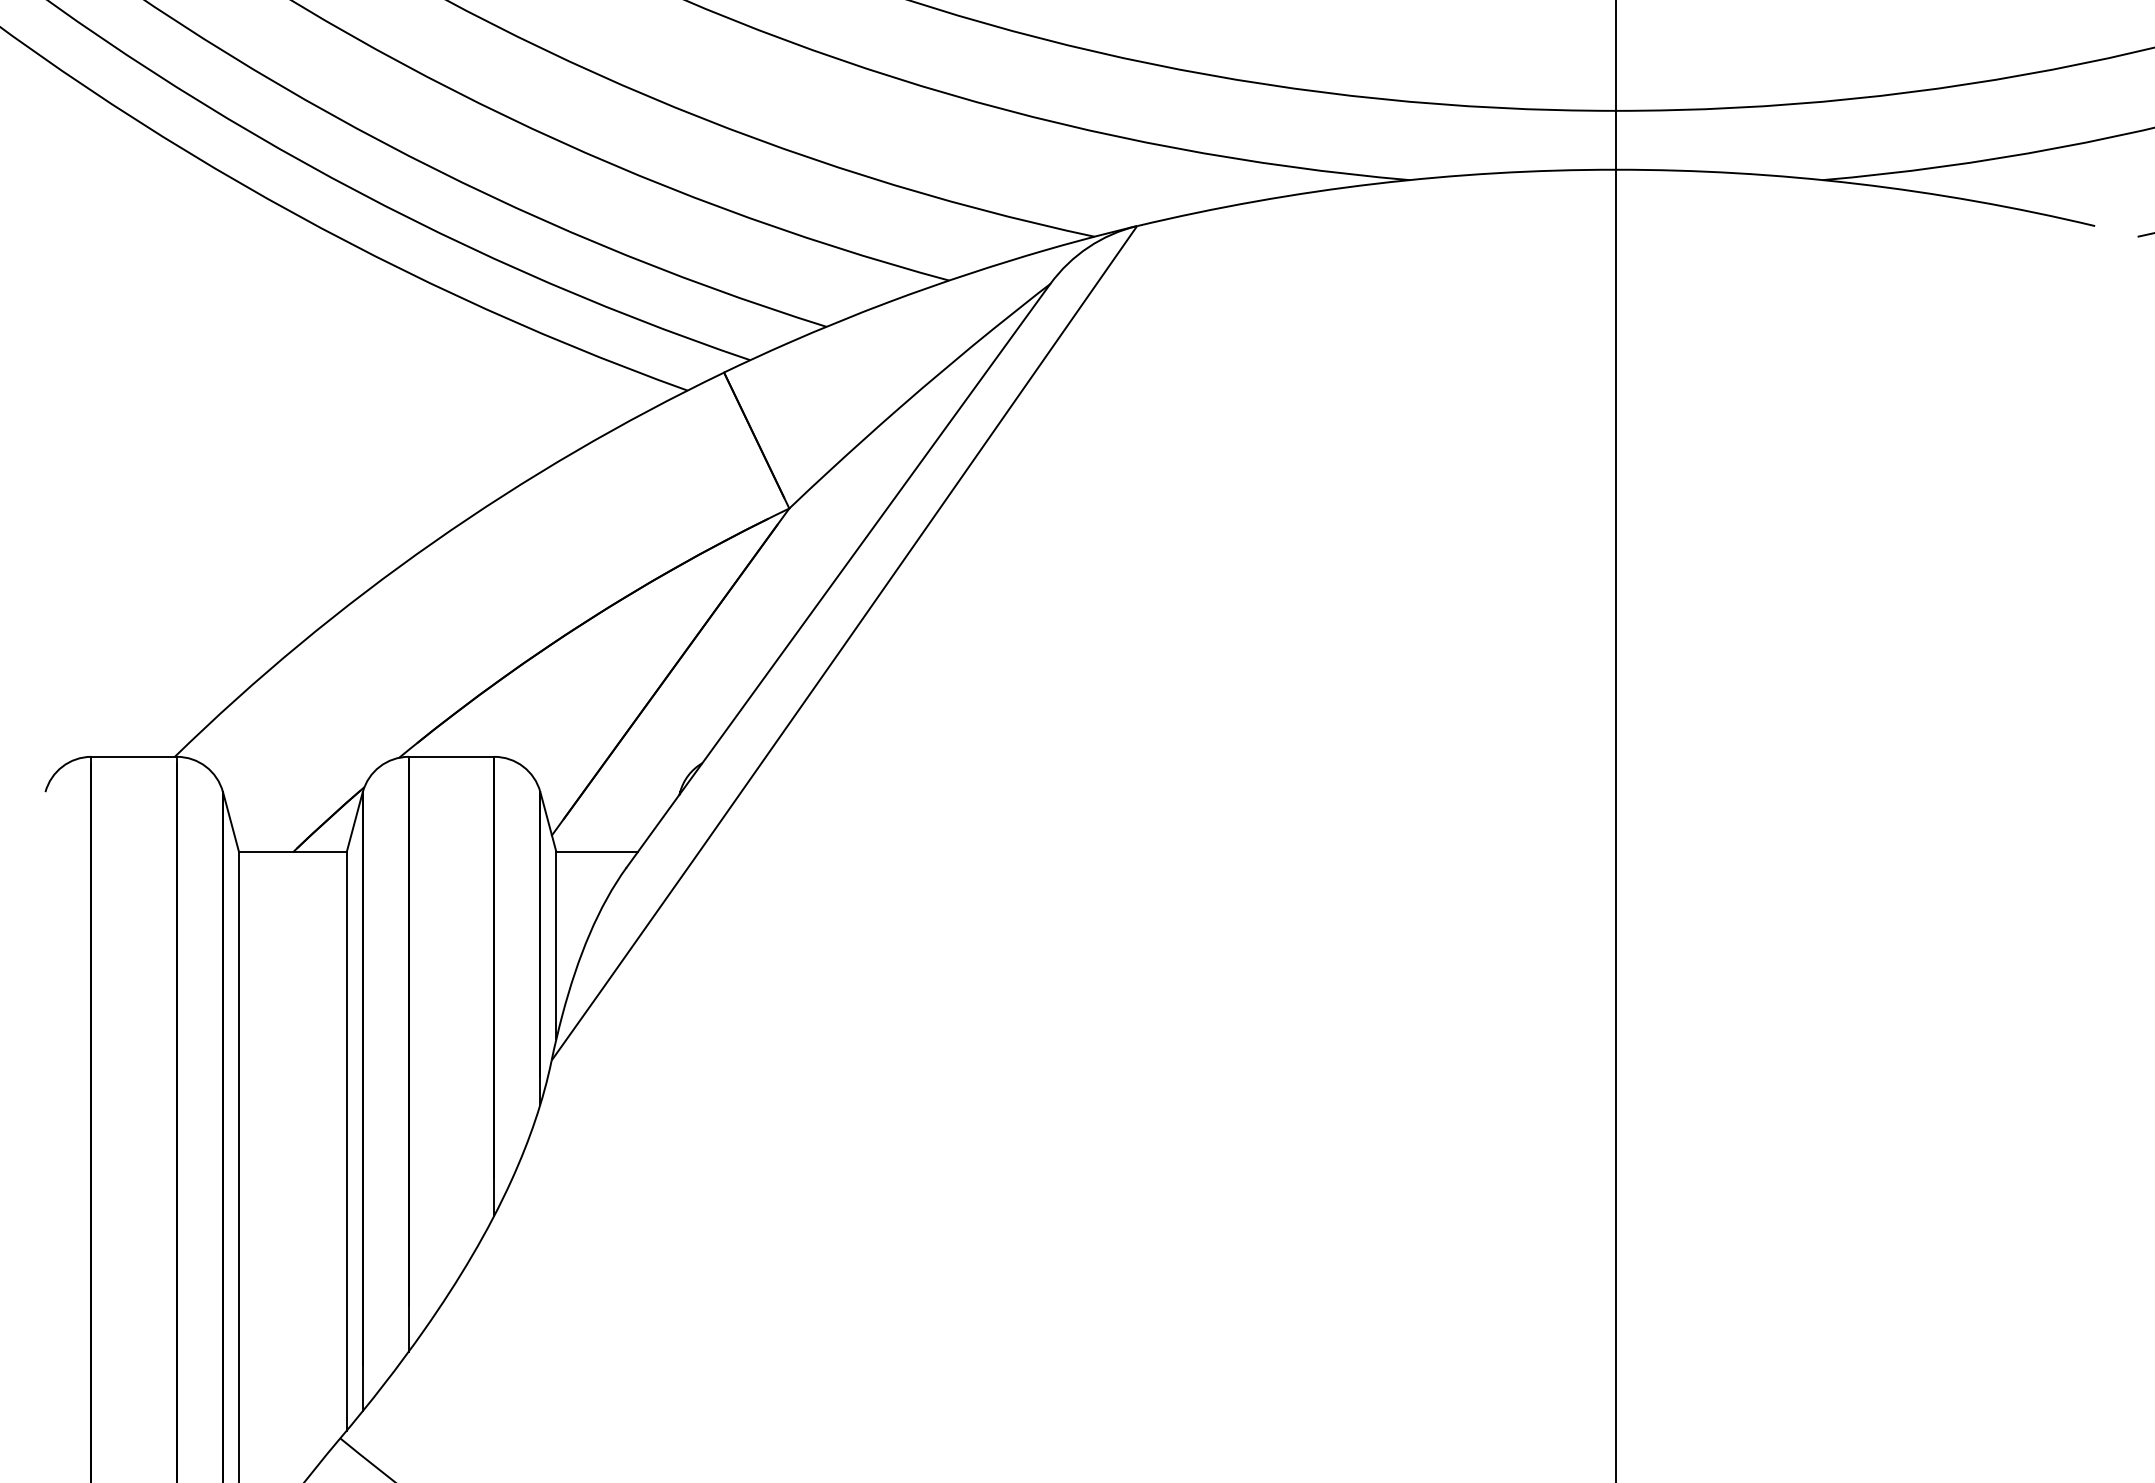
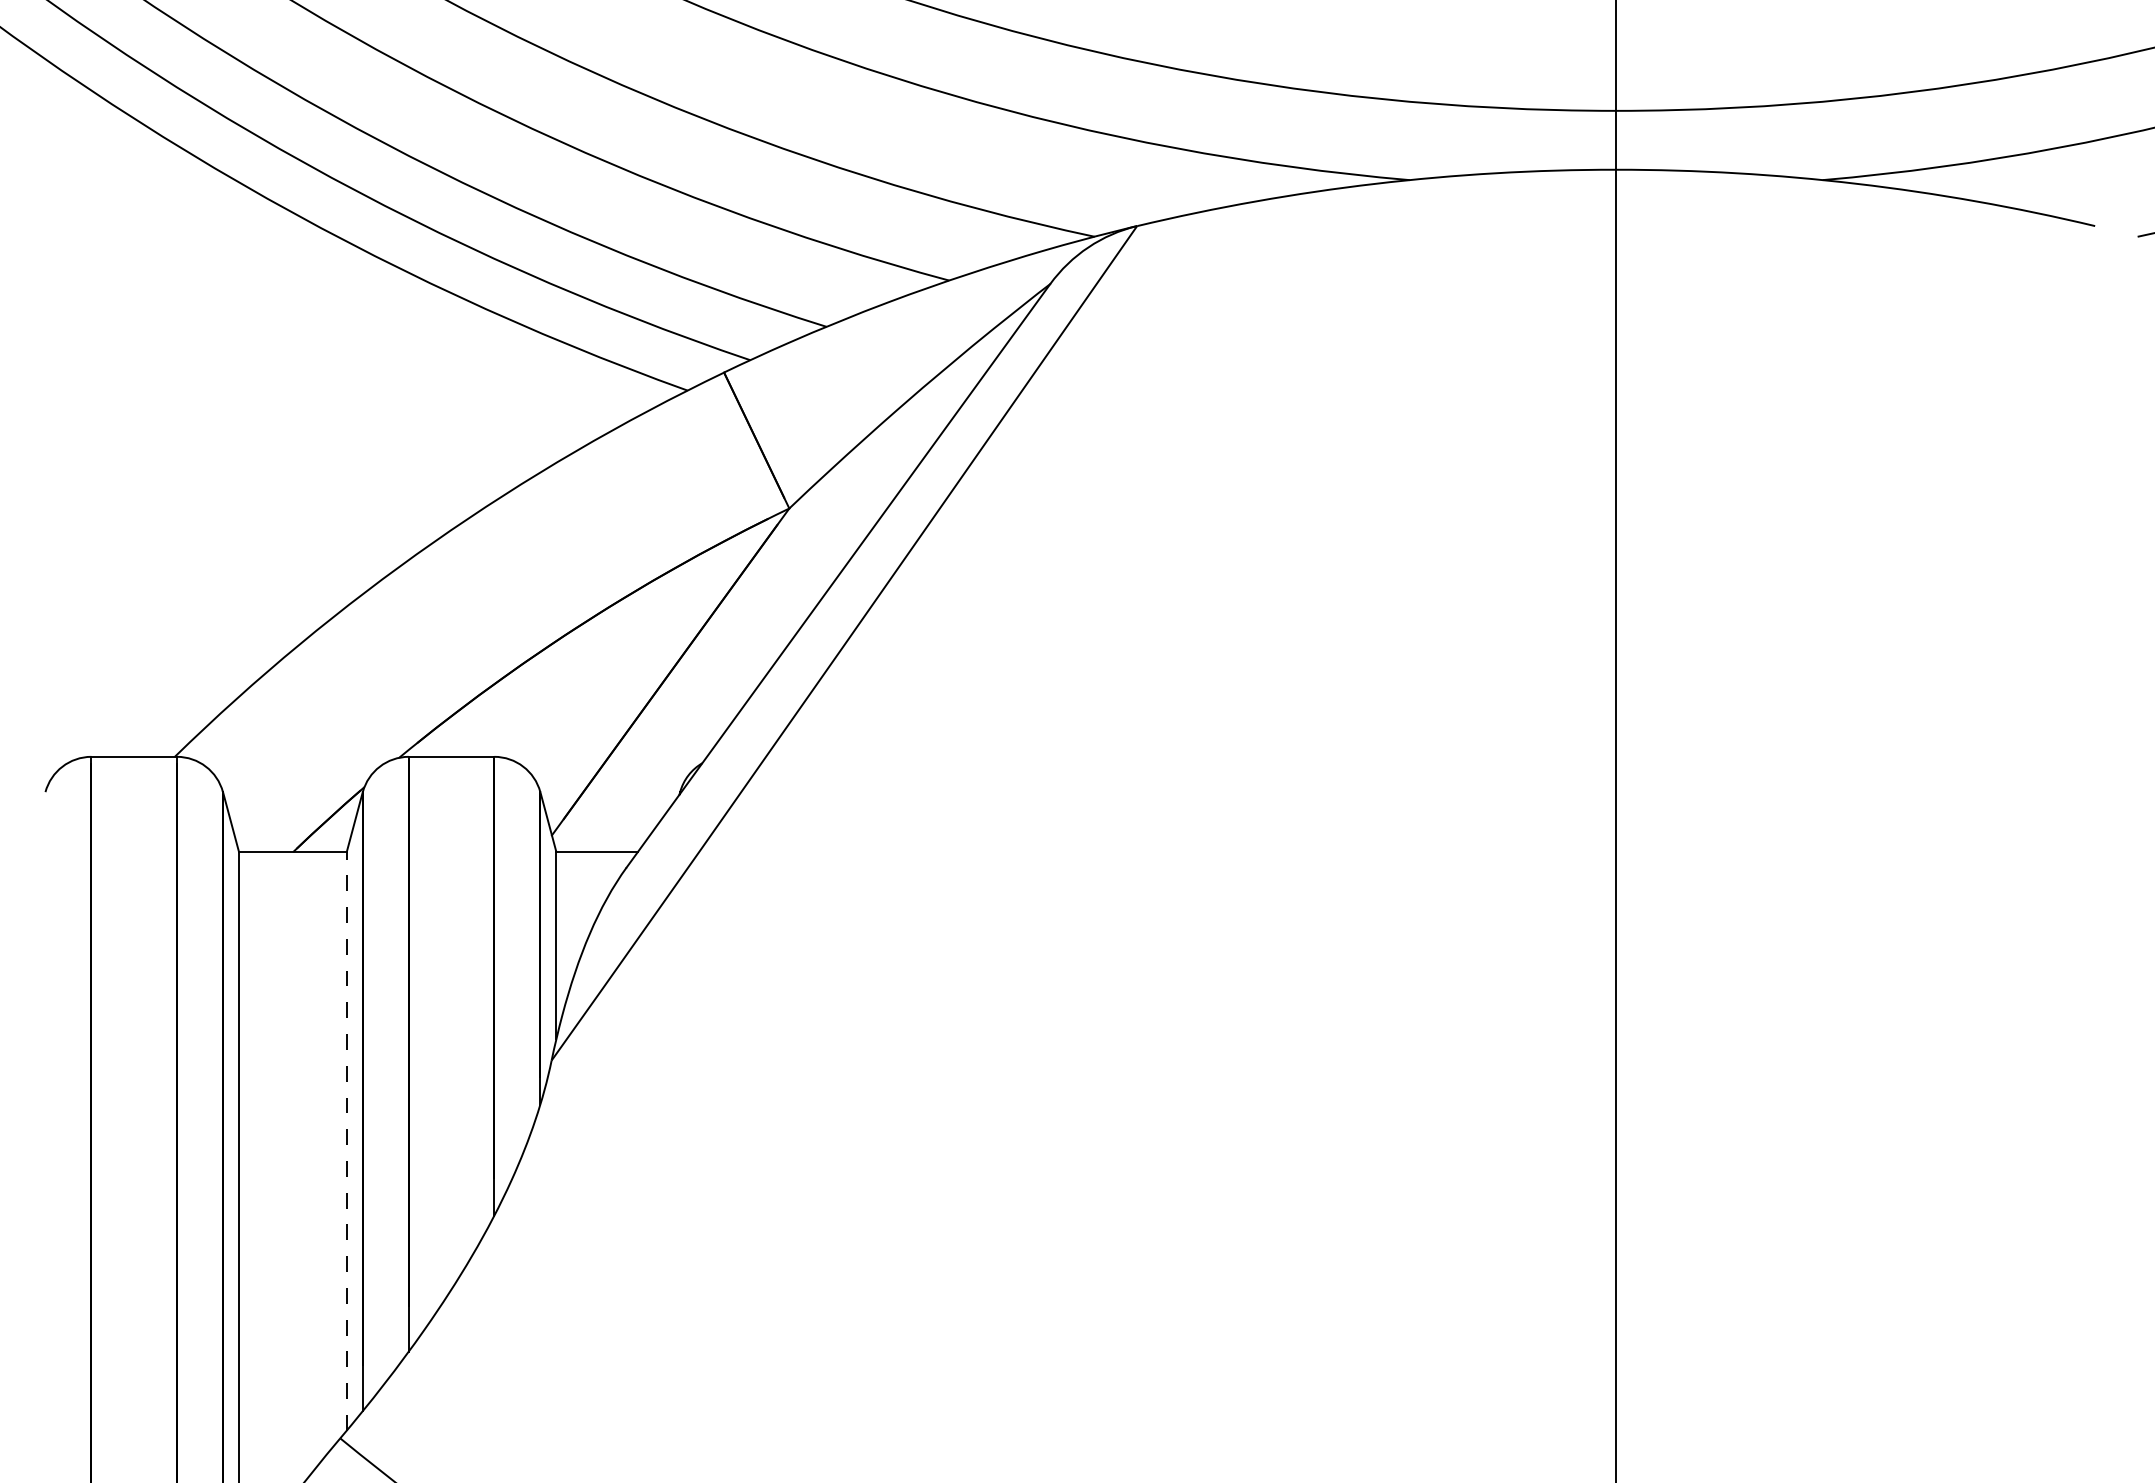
line at (346, 1140): solid -> dashed
